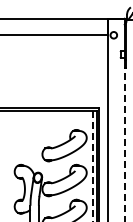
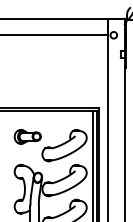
part at (27, 136): none -> present
line at (125, 144): dashed -> solid
line at (92, 167): dashed -> solid
